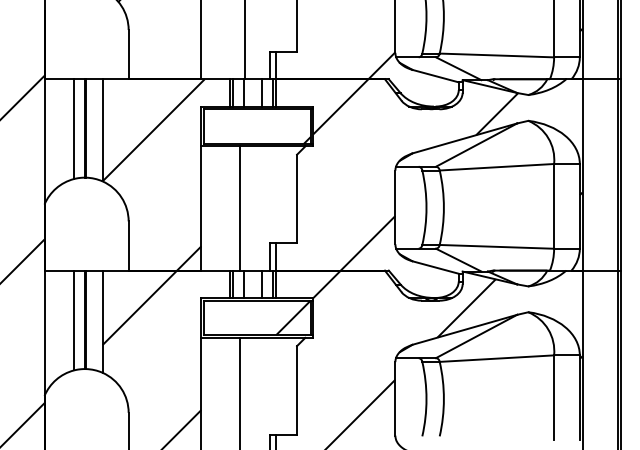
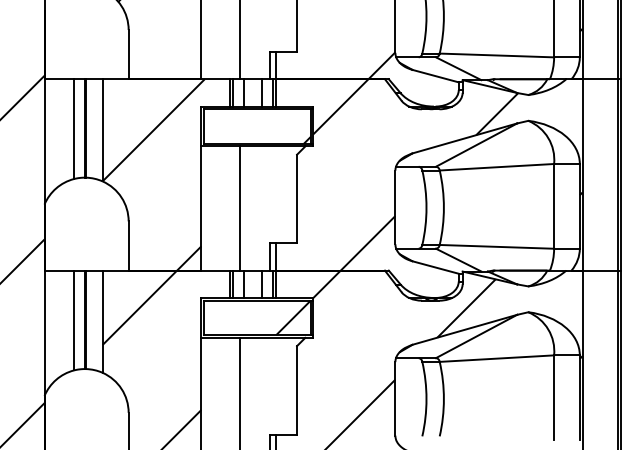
line at (245, 40) position: (245, 40) -> (240, 40)
